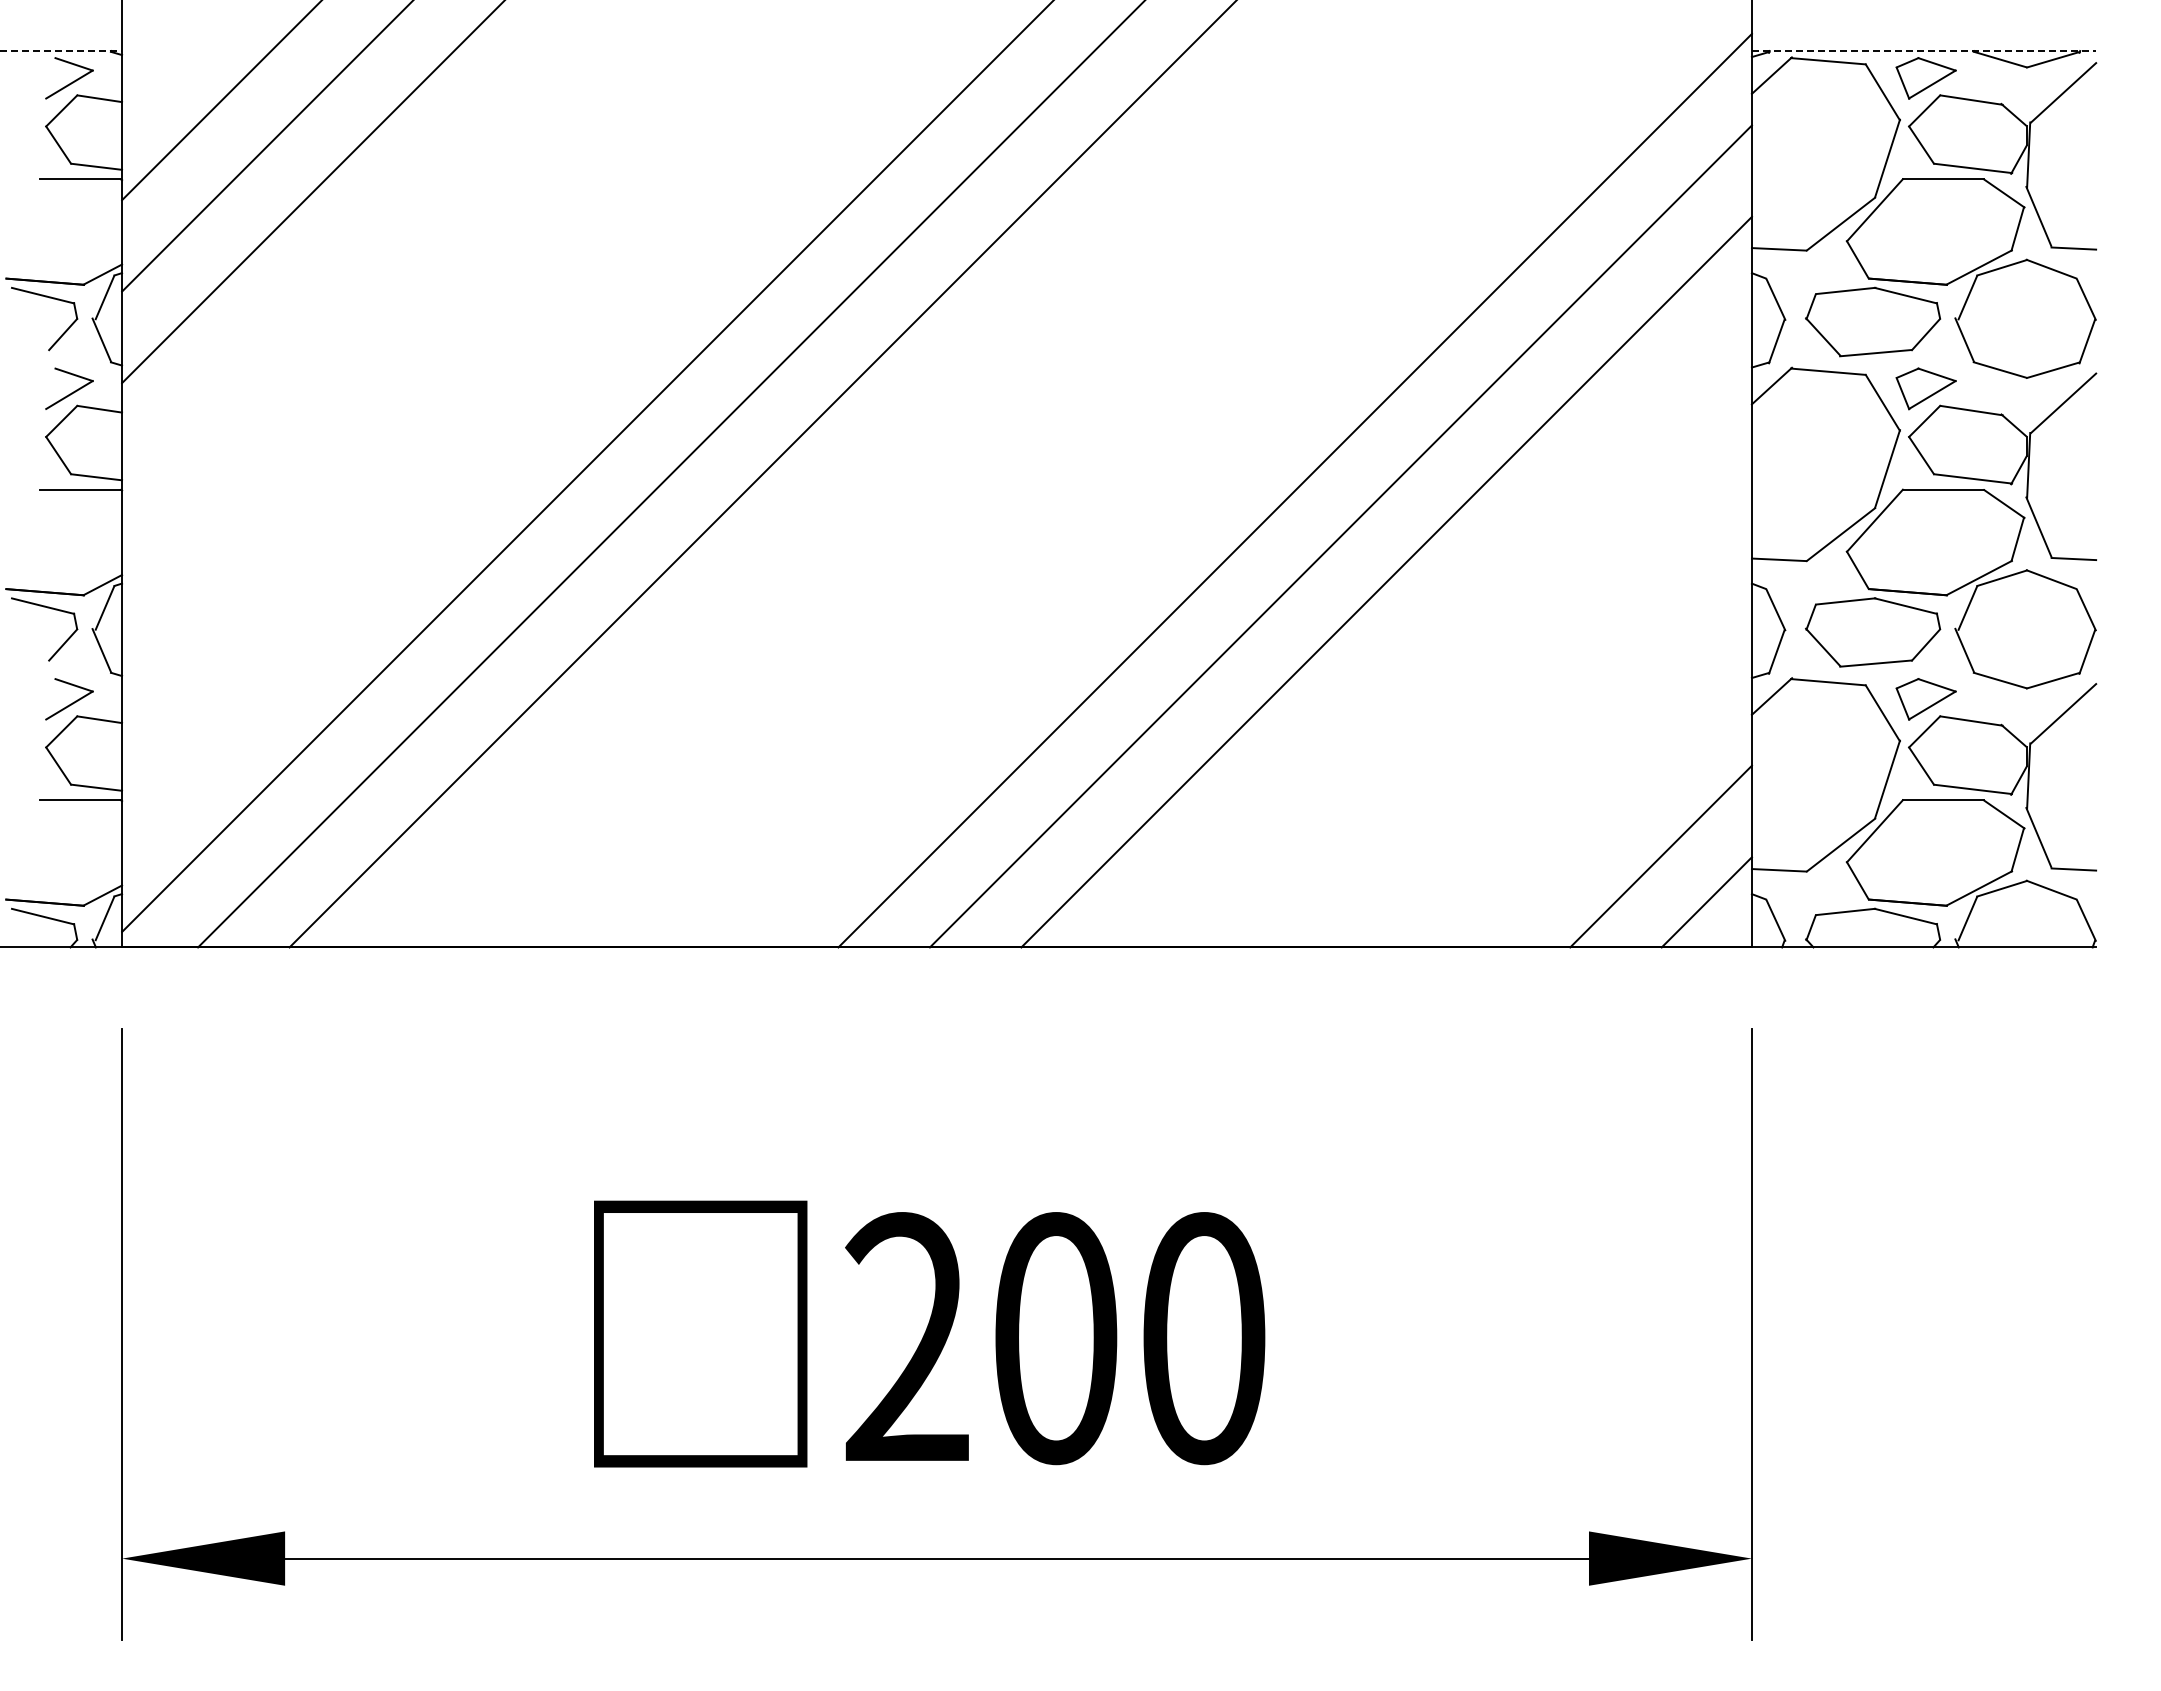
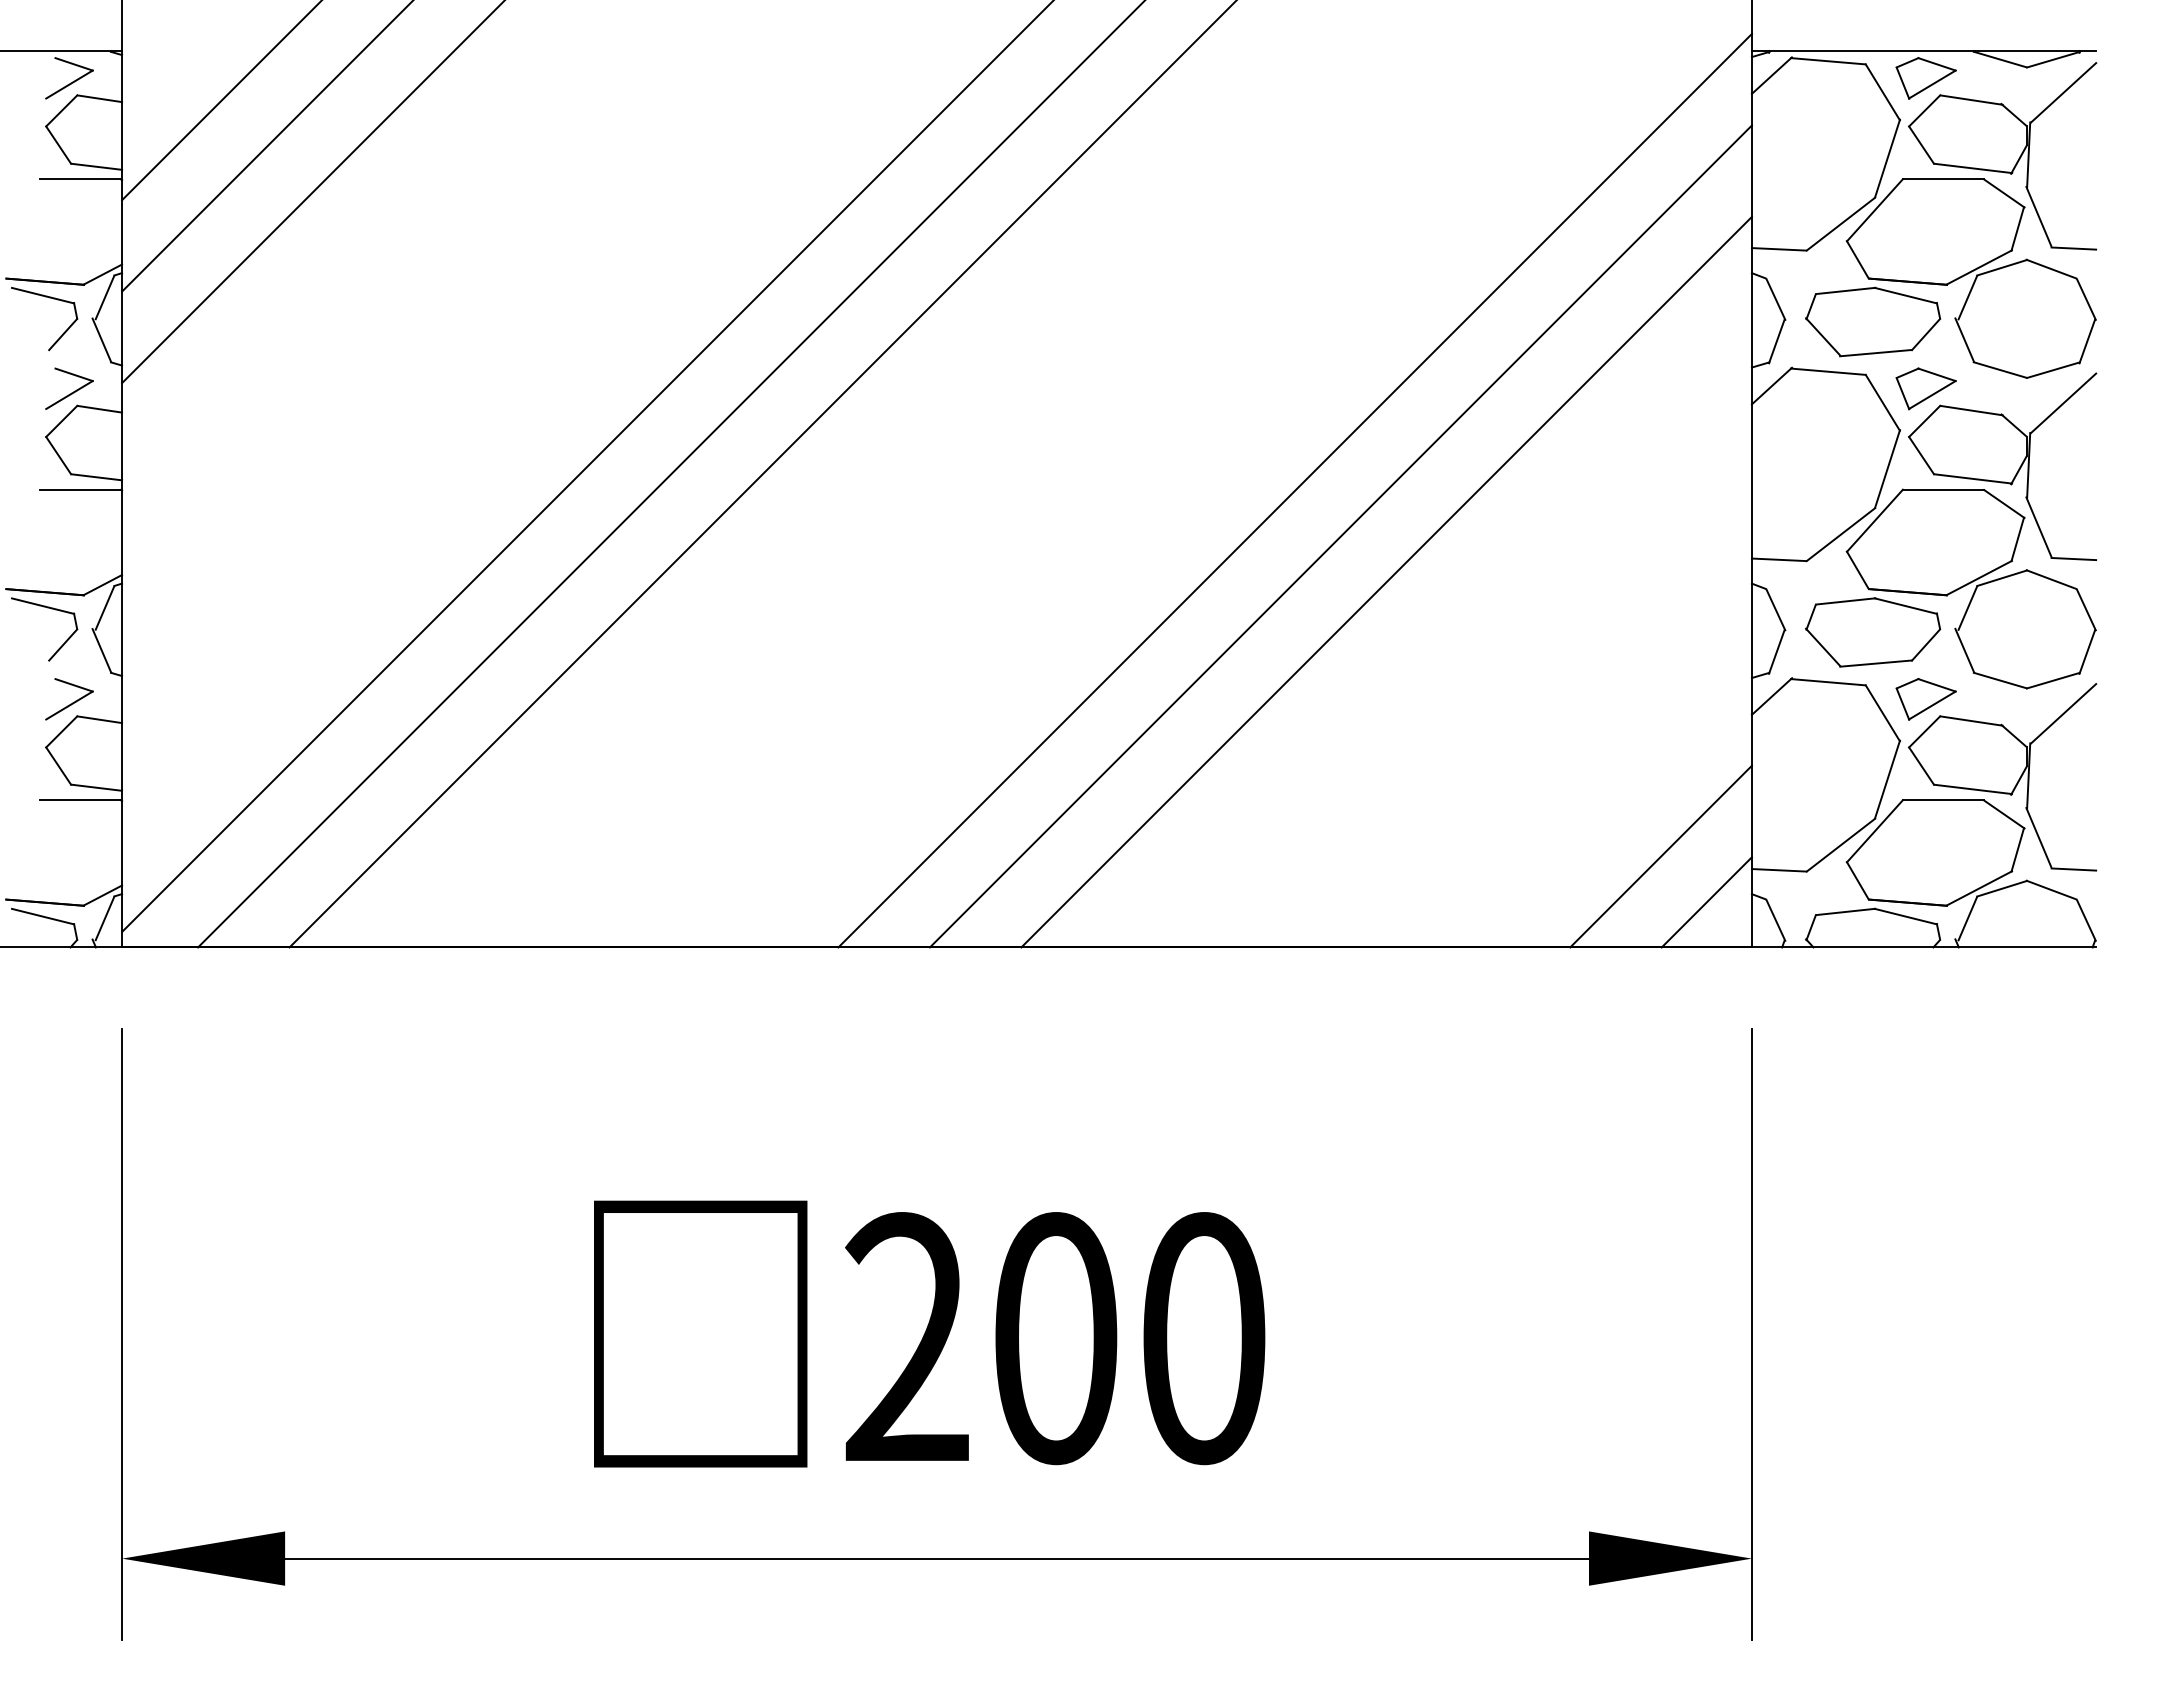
line at (61, 51): dashed -> solid
line at (1924, 51): dashed -> solid
